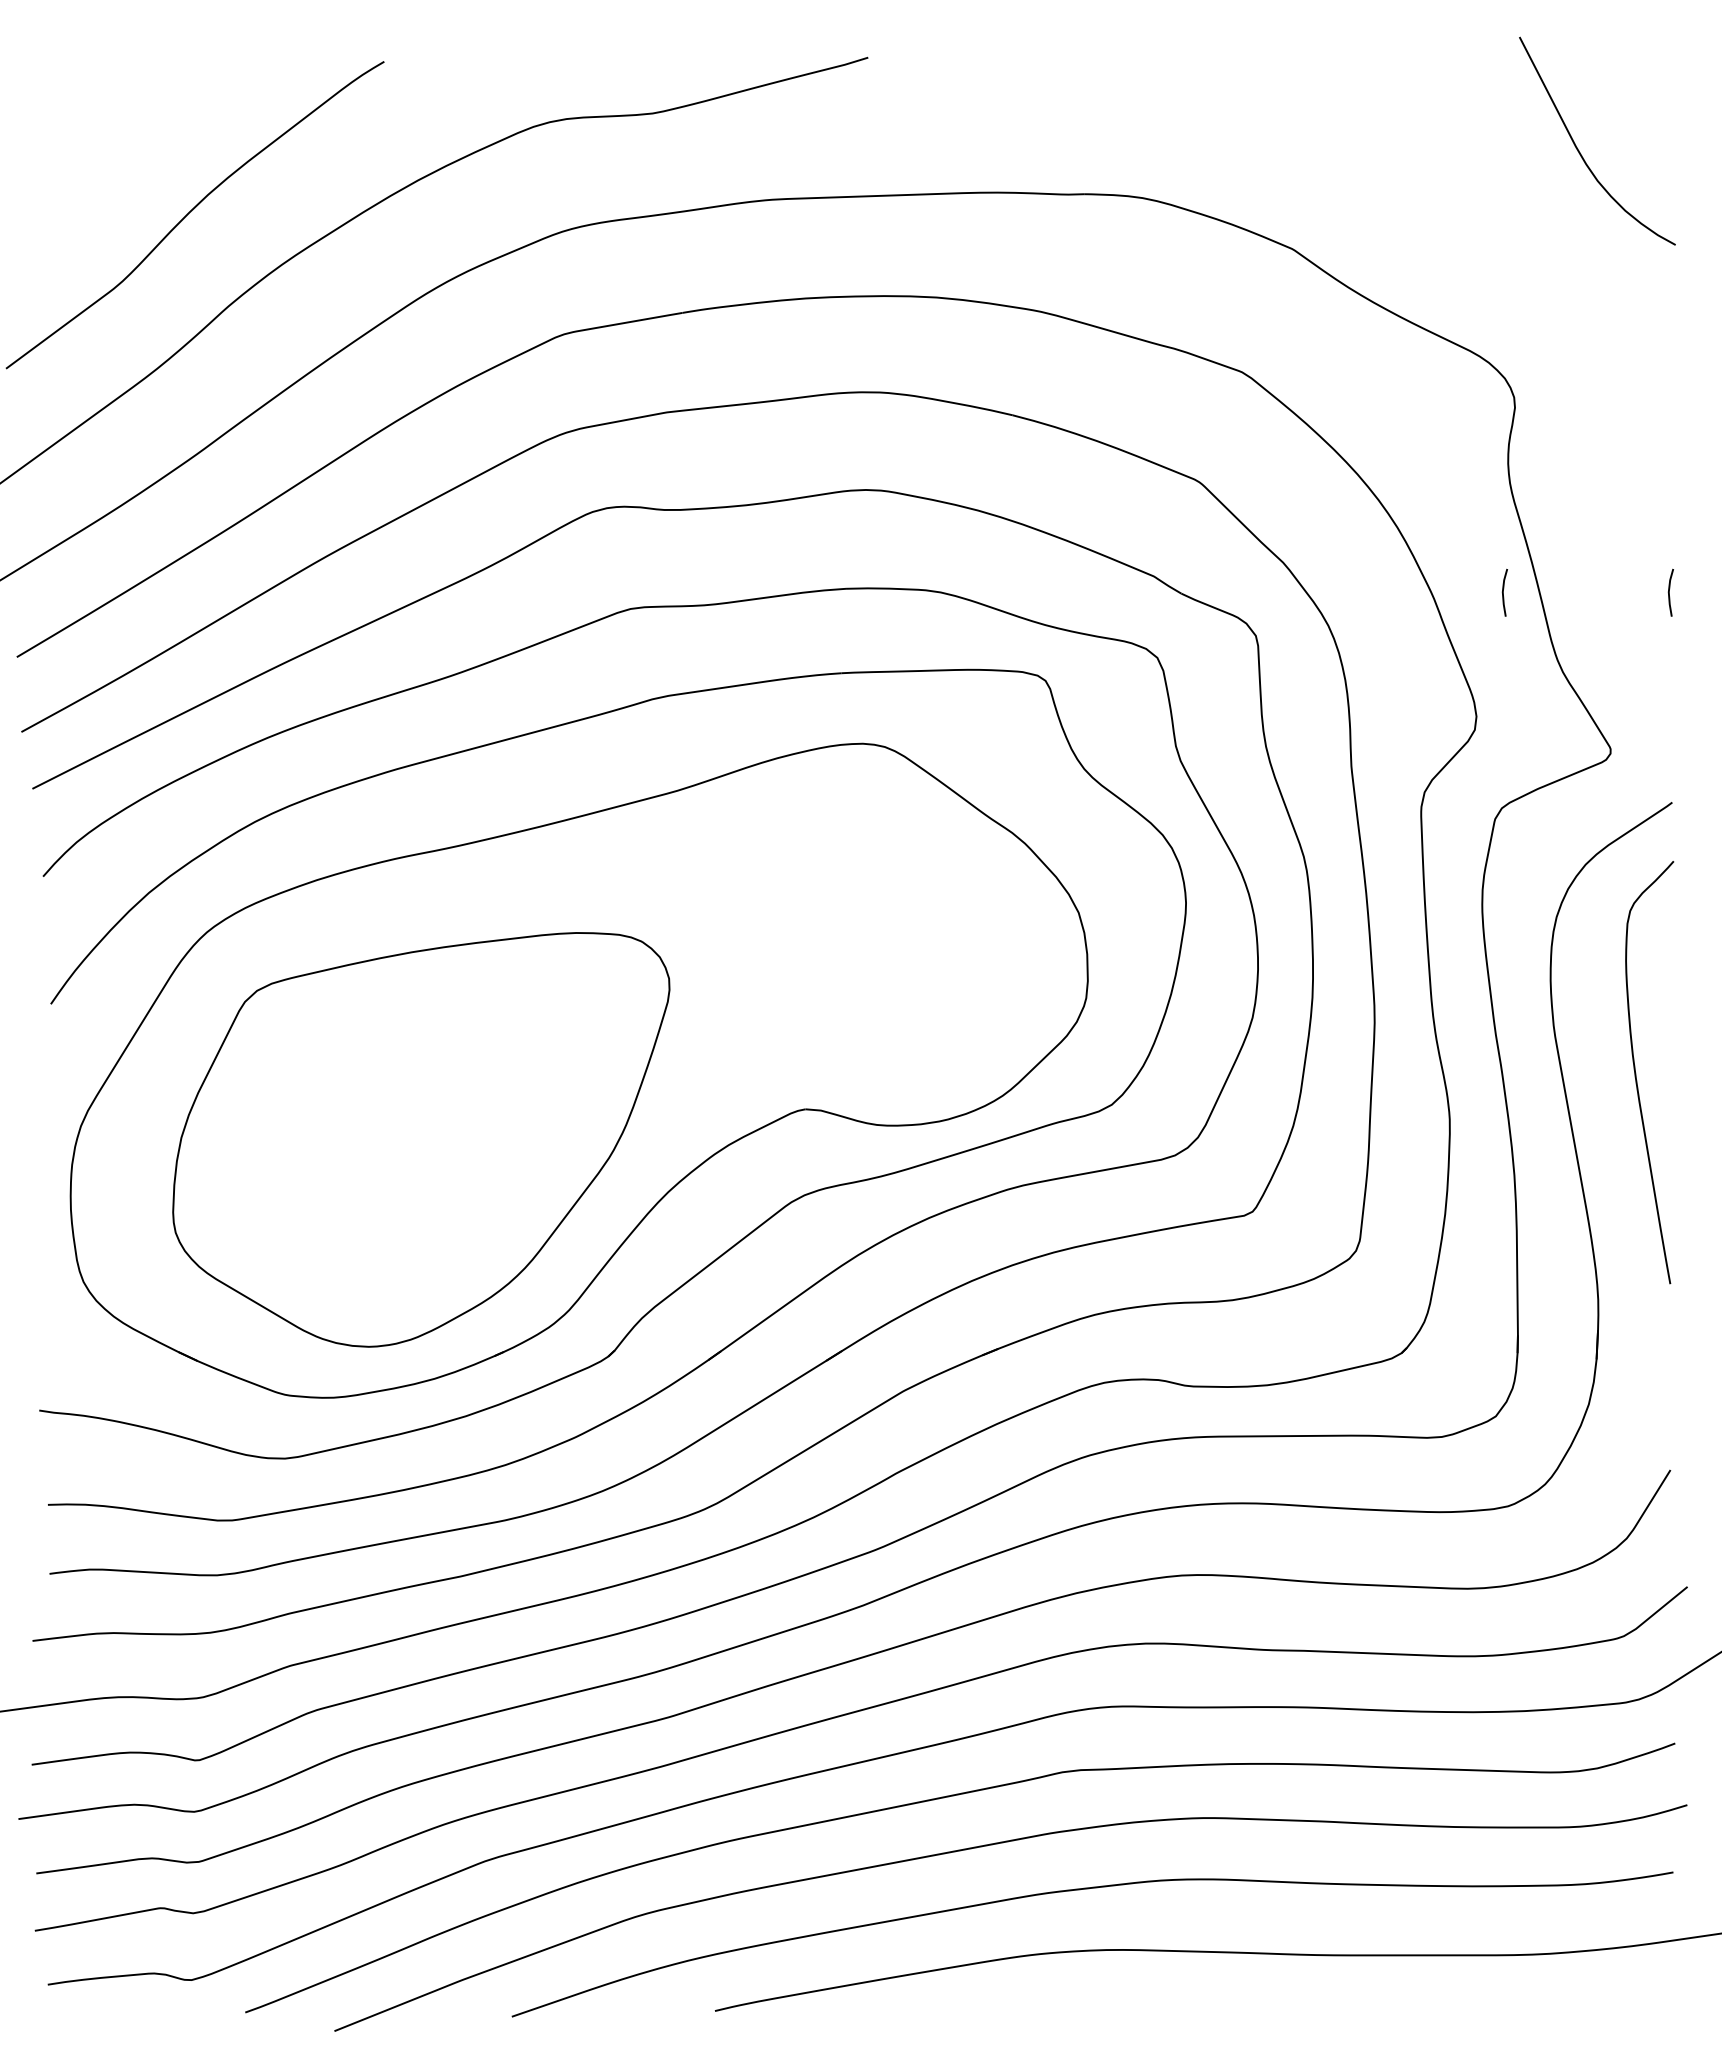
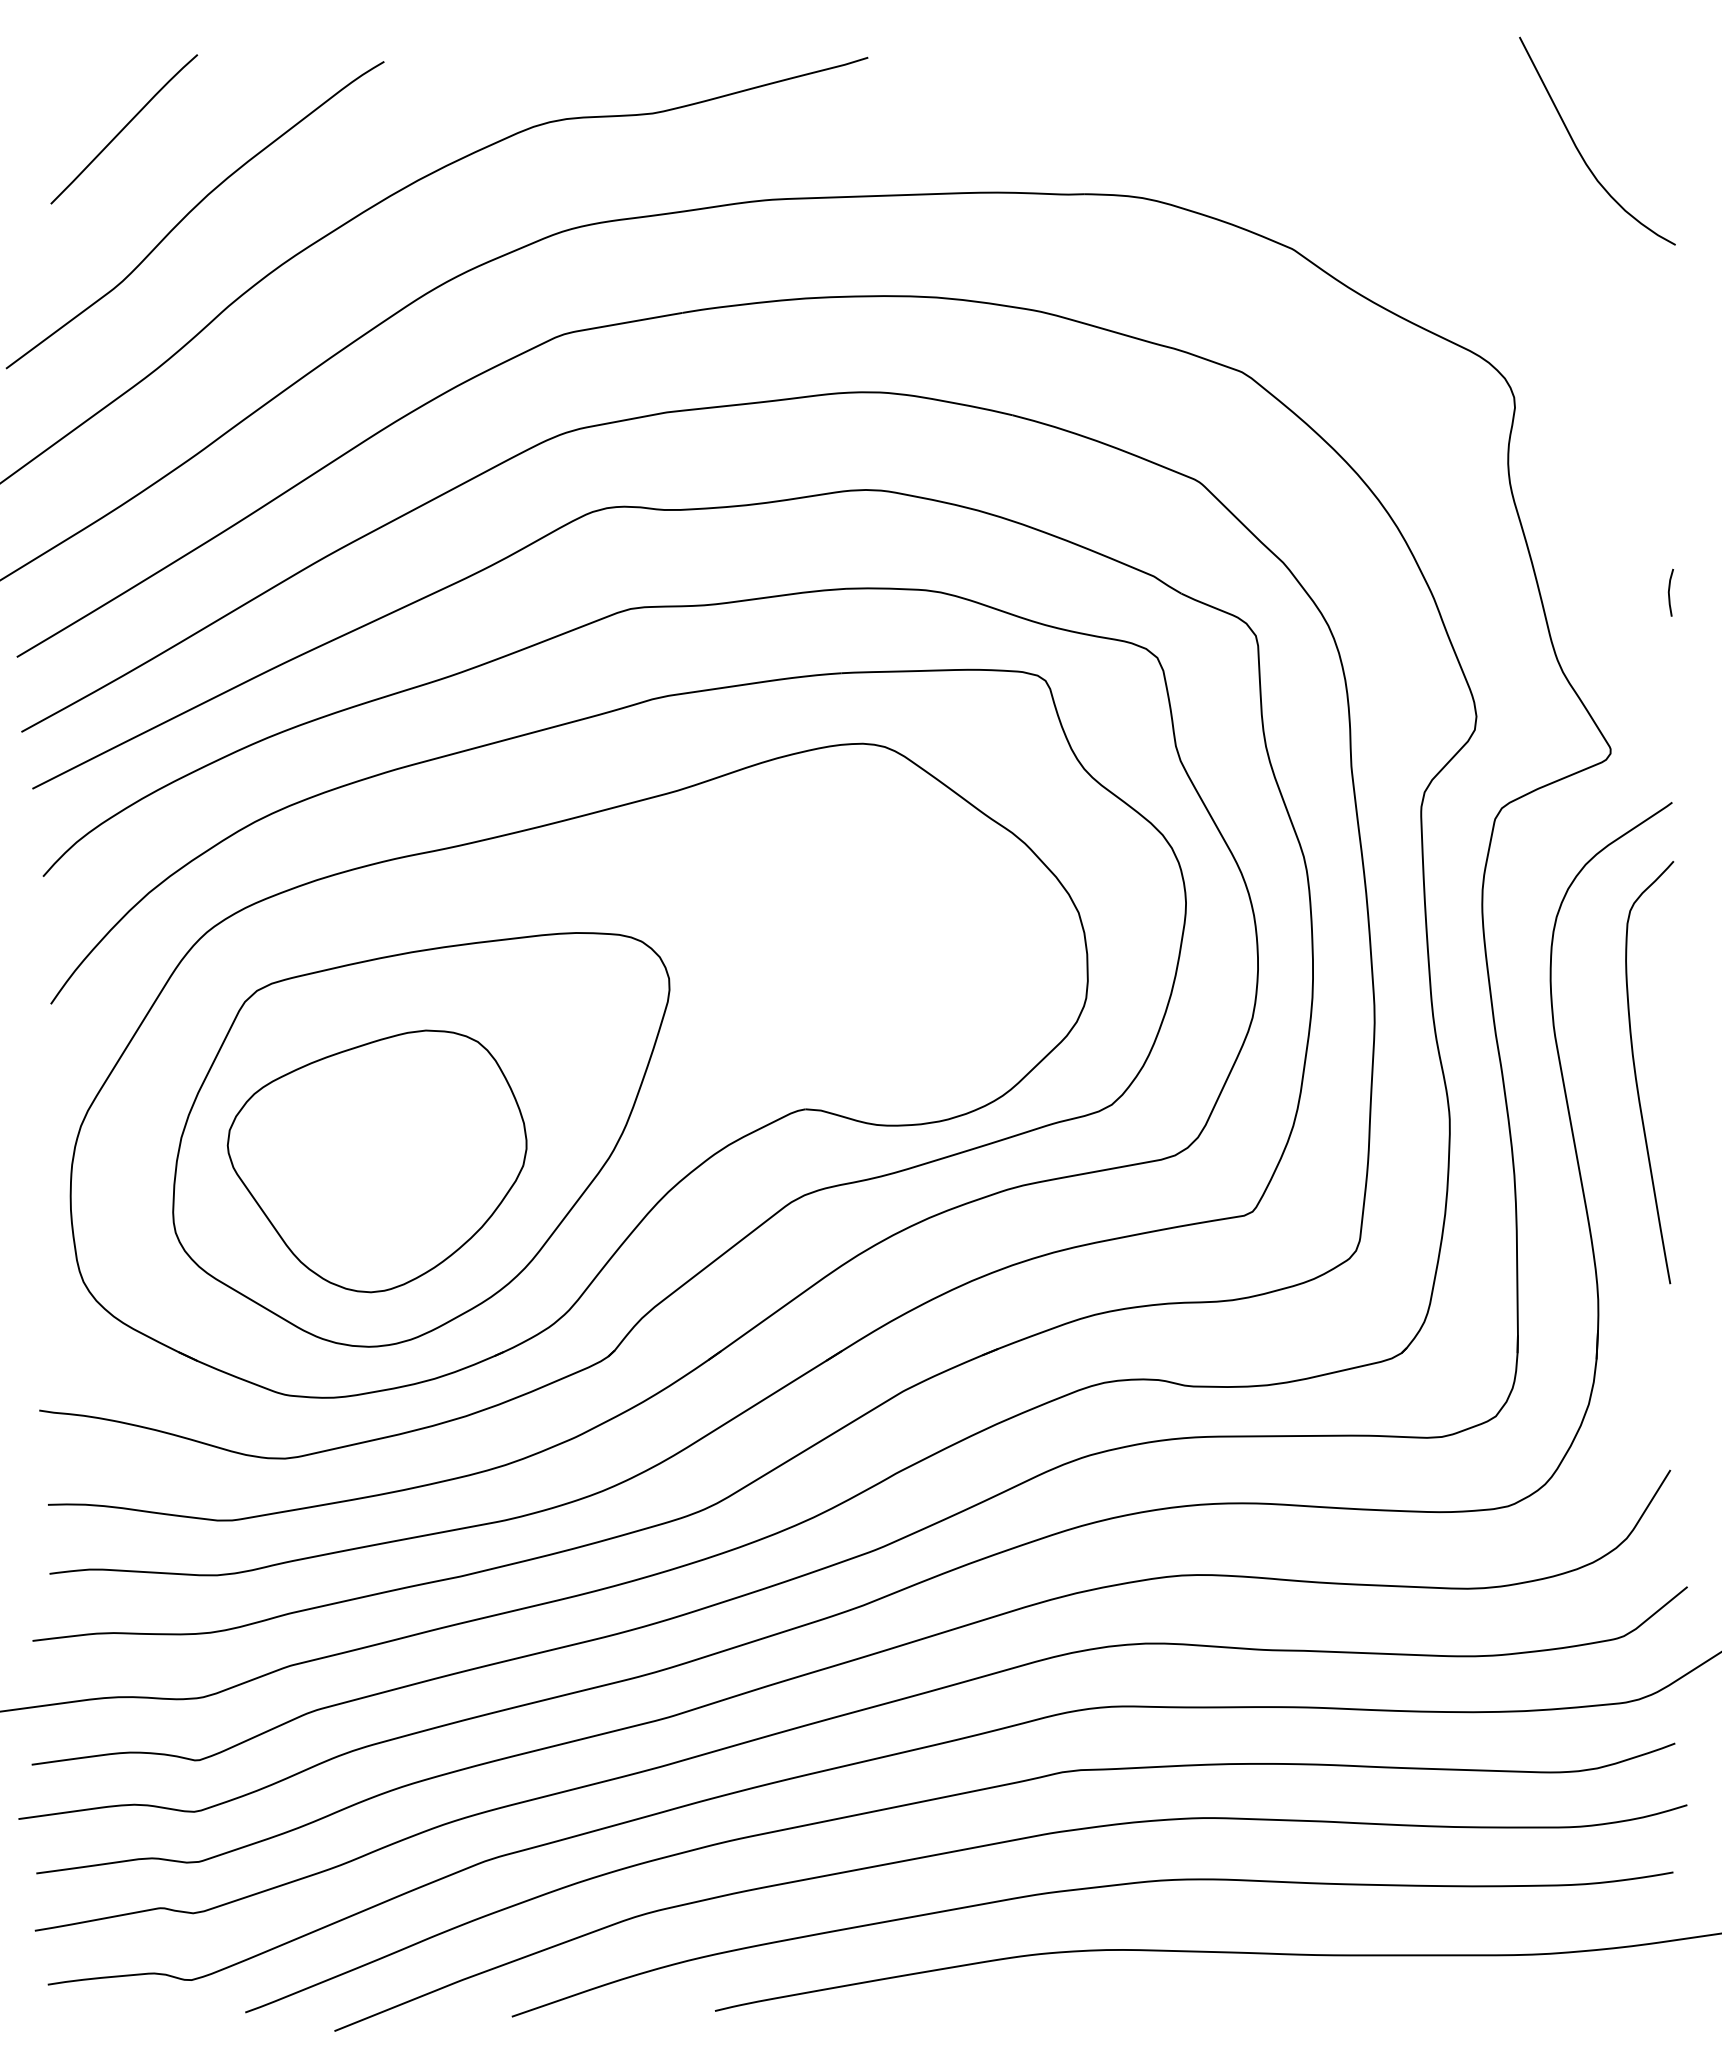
curve at (124, 129): none -> present
line at (1503, 592): present -> none
part at (376, 1161): none -> present
